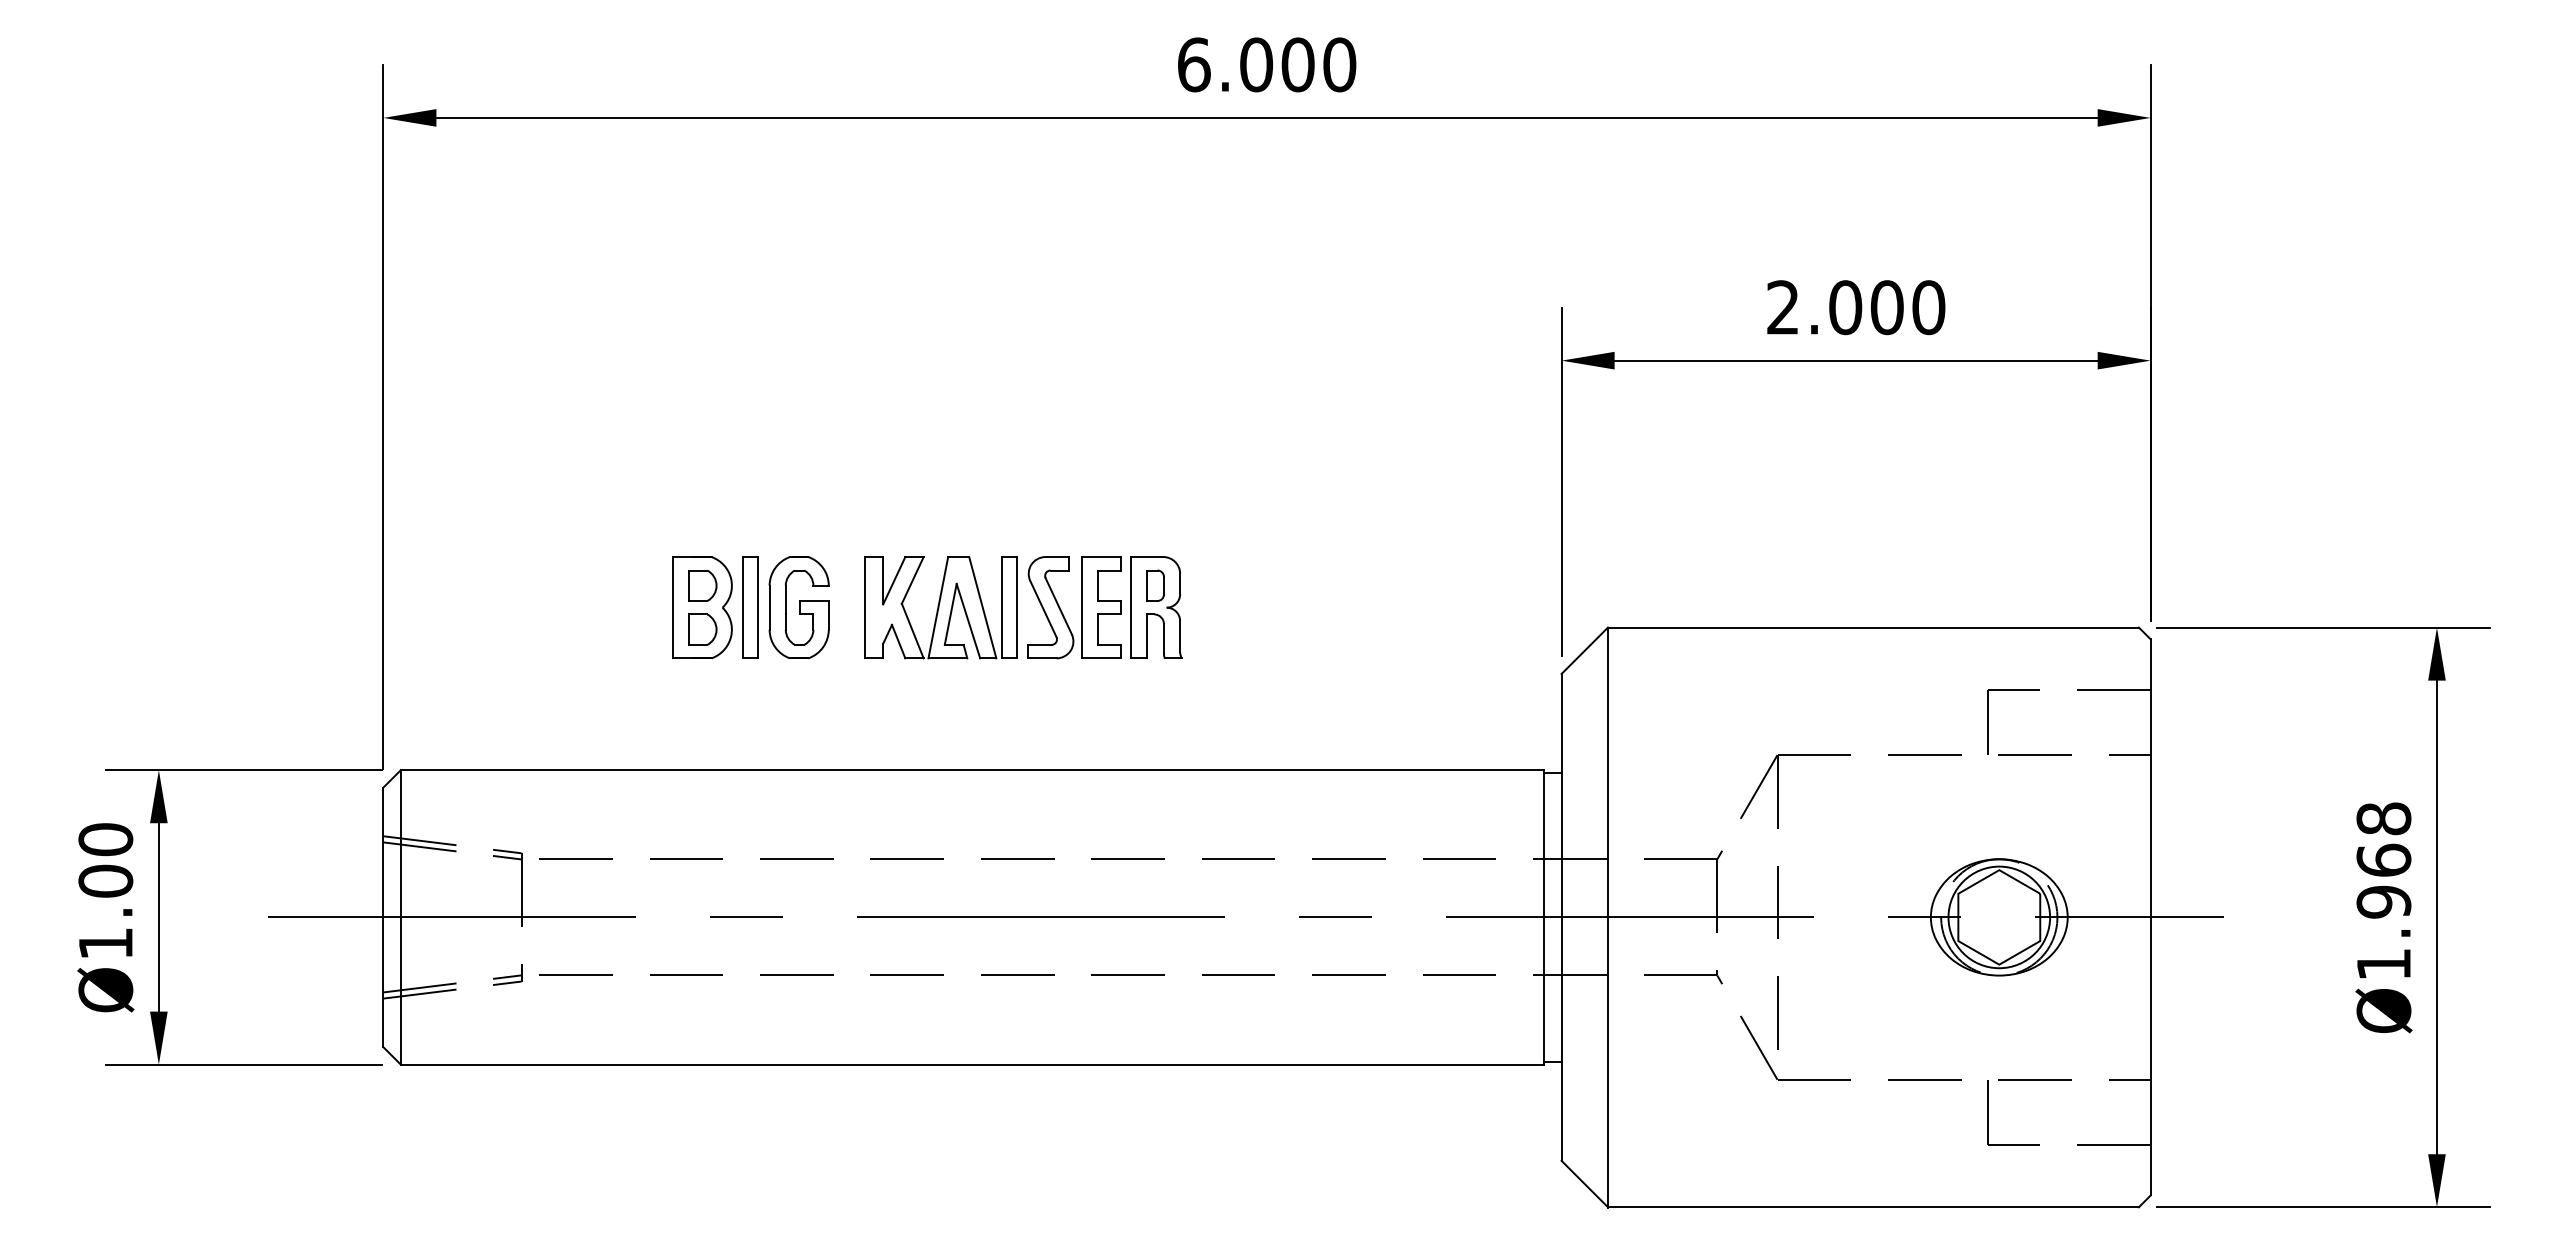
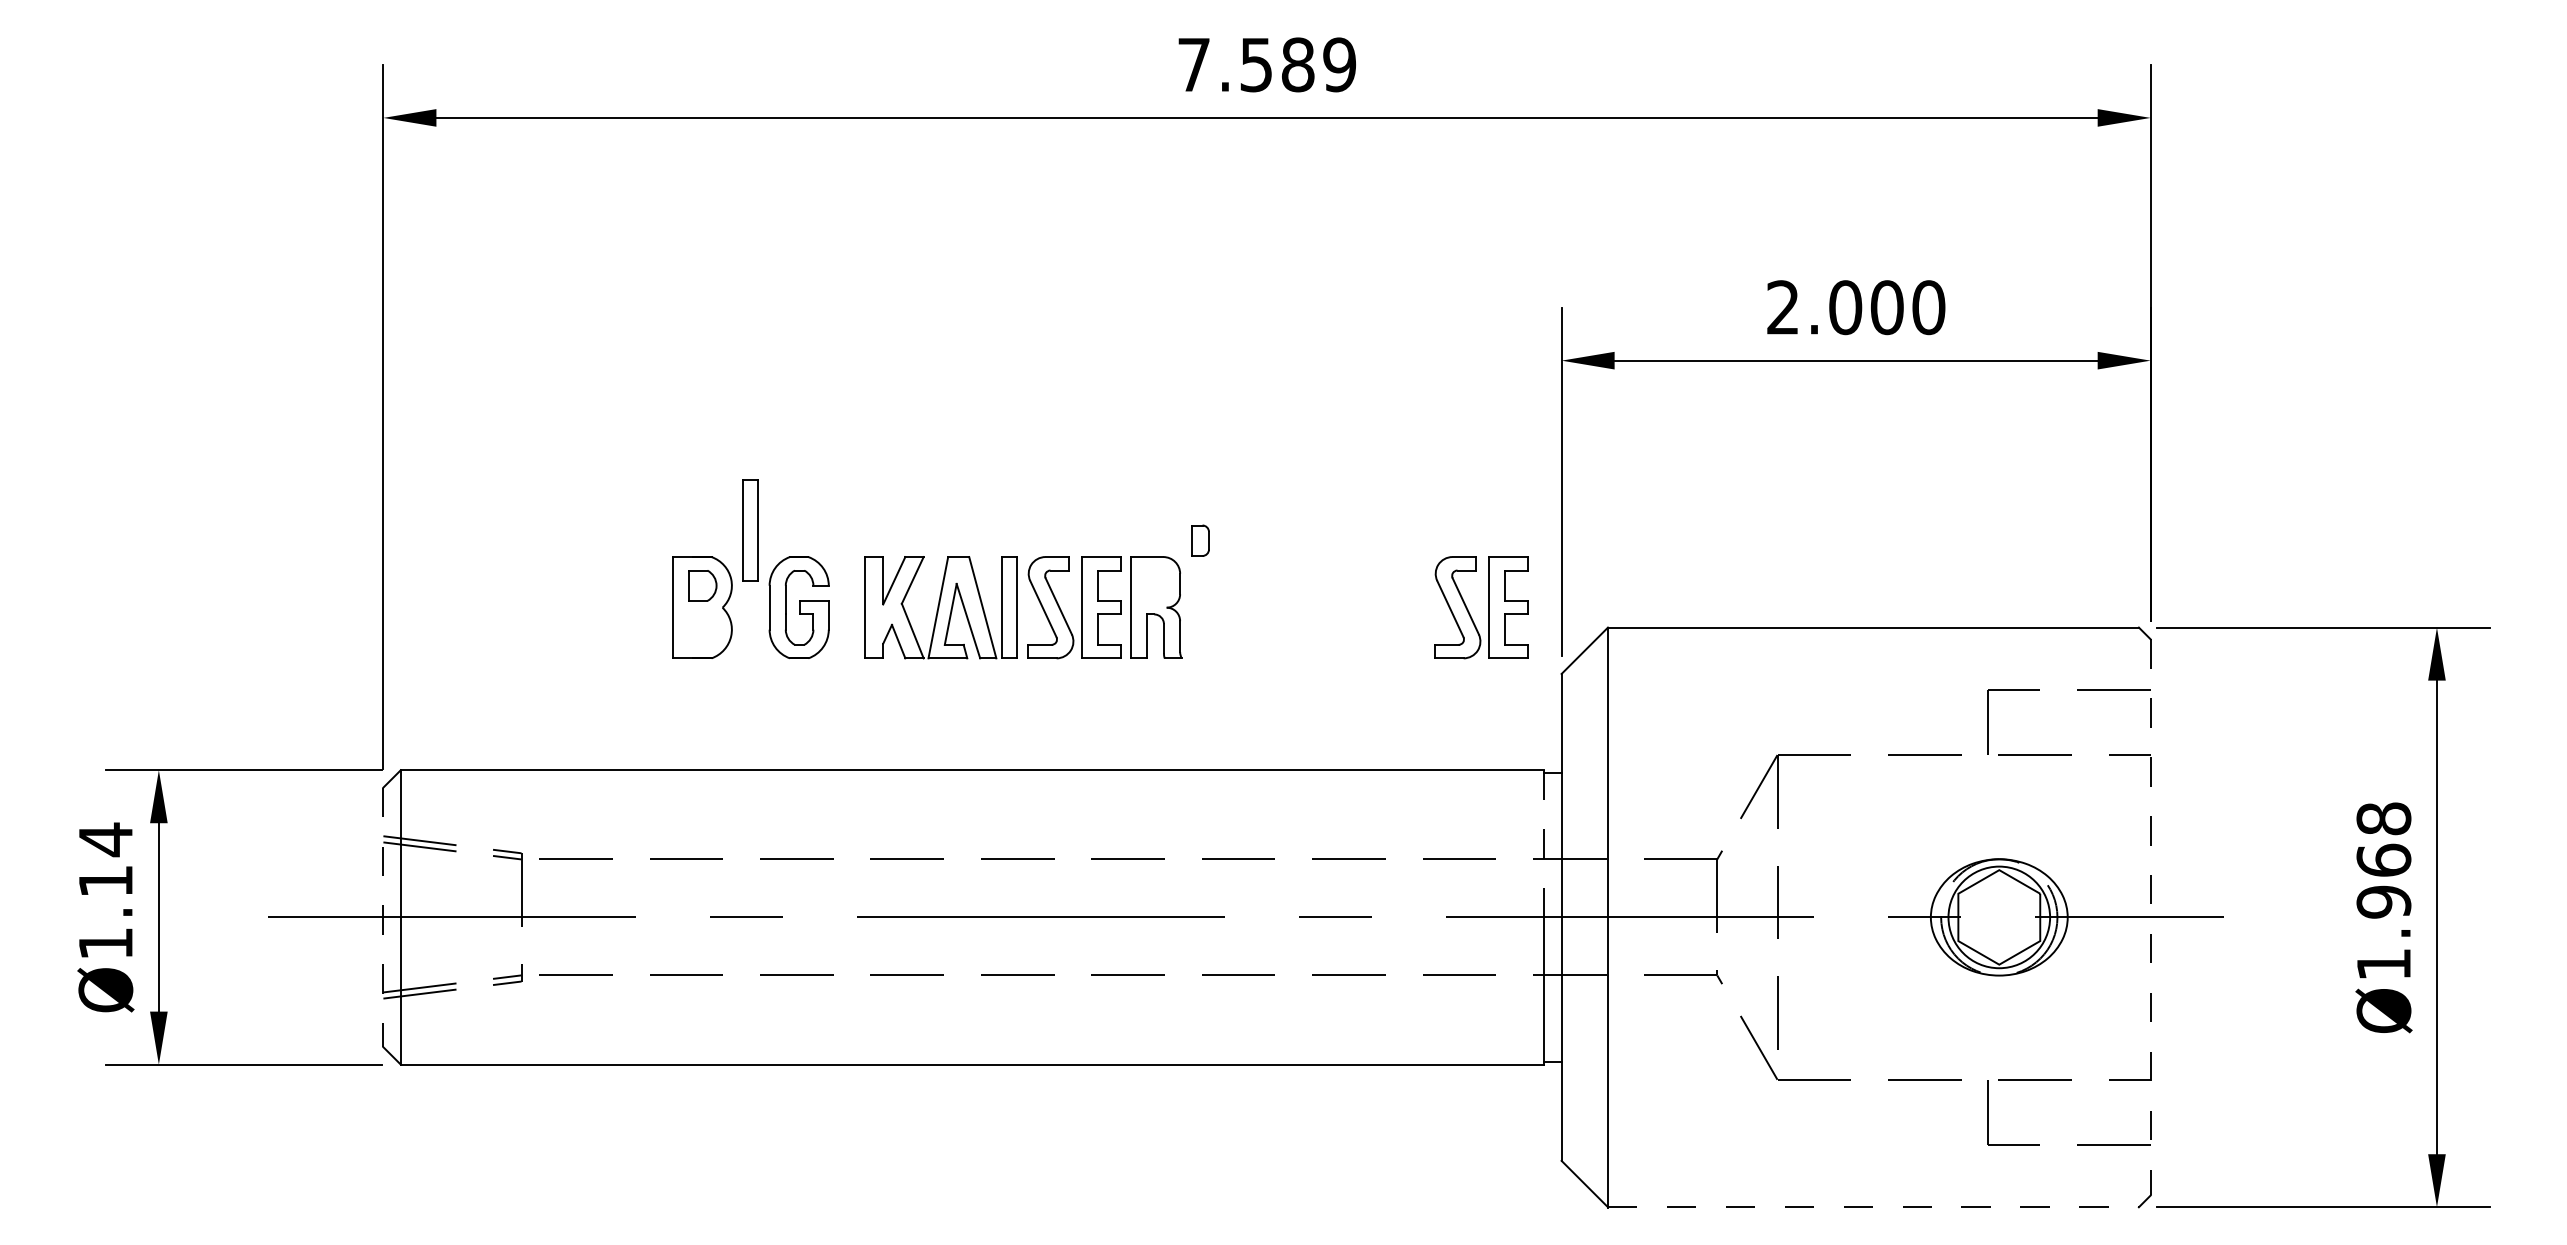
text at (1267, 64): 6.000 -> 7.589
part at (1155, 585) position: (1155, 585) -> (1200, 540)
part at (750, 607) position: (750, 607) -> (750, 530)
part at (1488, 607): none -> present
part at (702, 629): present -> none
line at (1544, 843): solid -> dashed
text at (105, 859): Ø1.00 -> Ø1.14
line at (383, 917): solid -> dashed
line at (2150, 917): solid -> dashed
line at (1873, 1207): solid -> dashed
